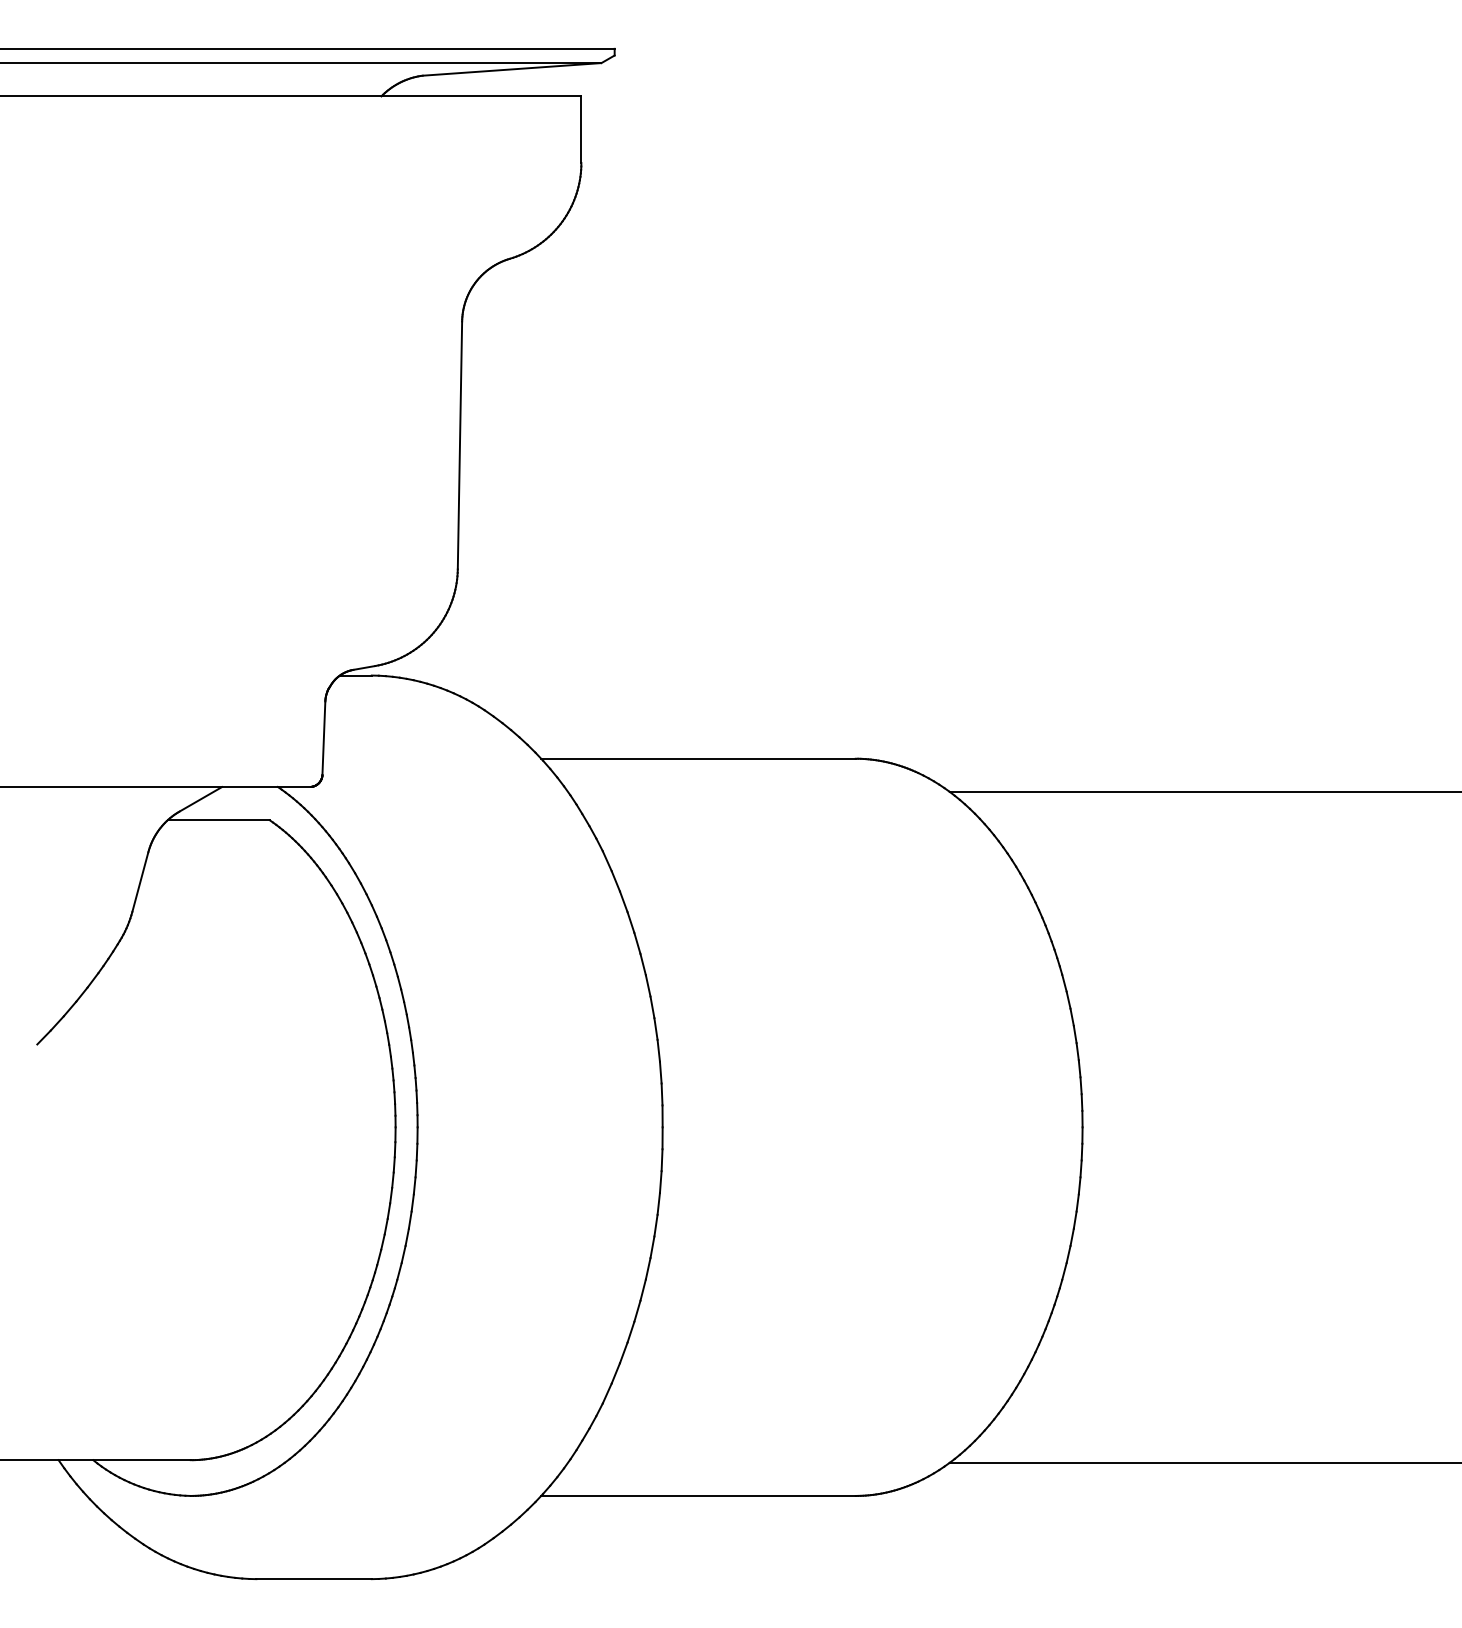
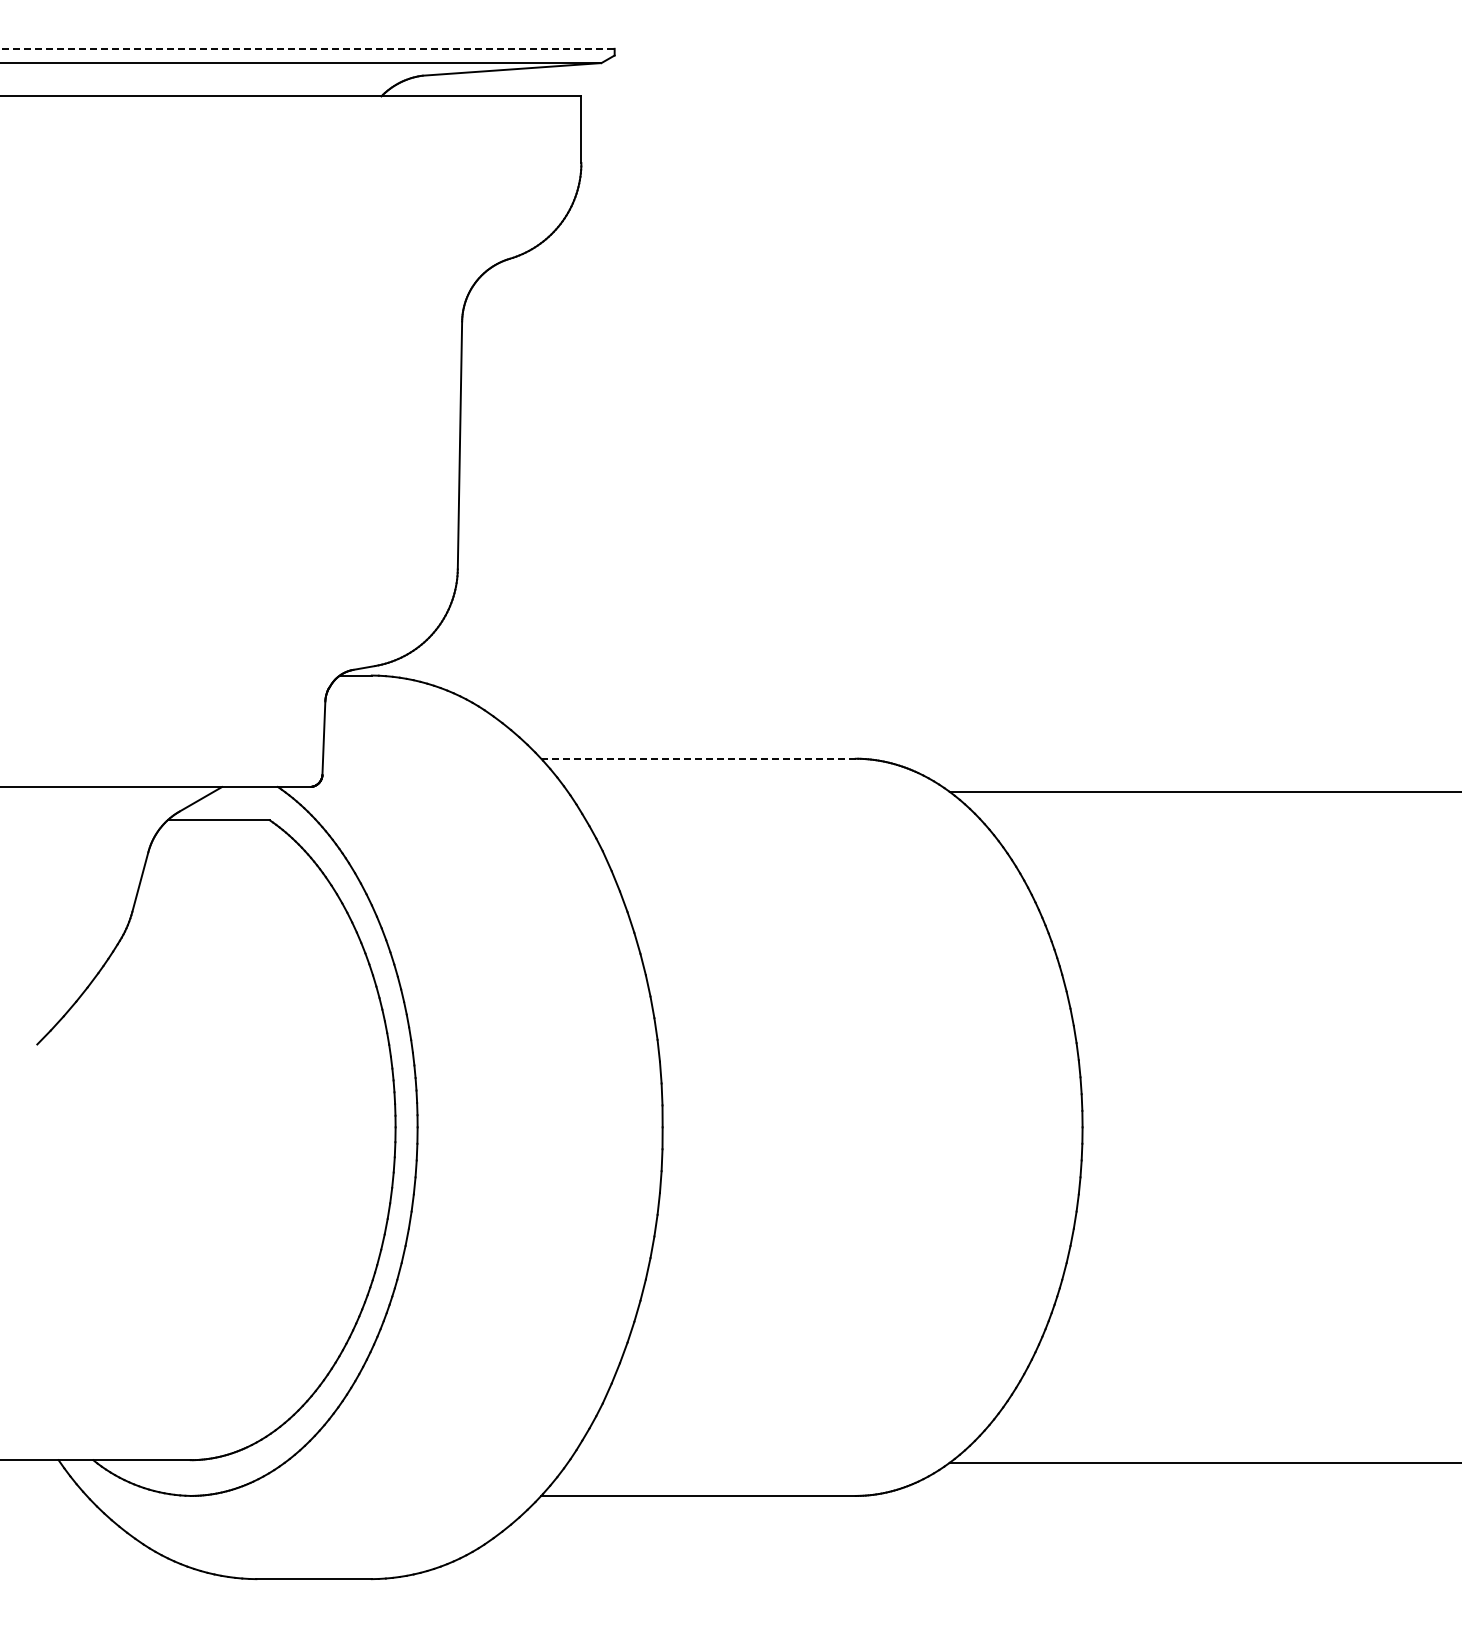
line at (308, 48): solid -> dashed
line at (697, 758): solid -> dashed
